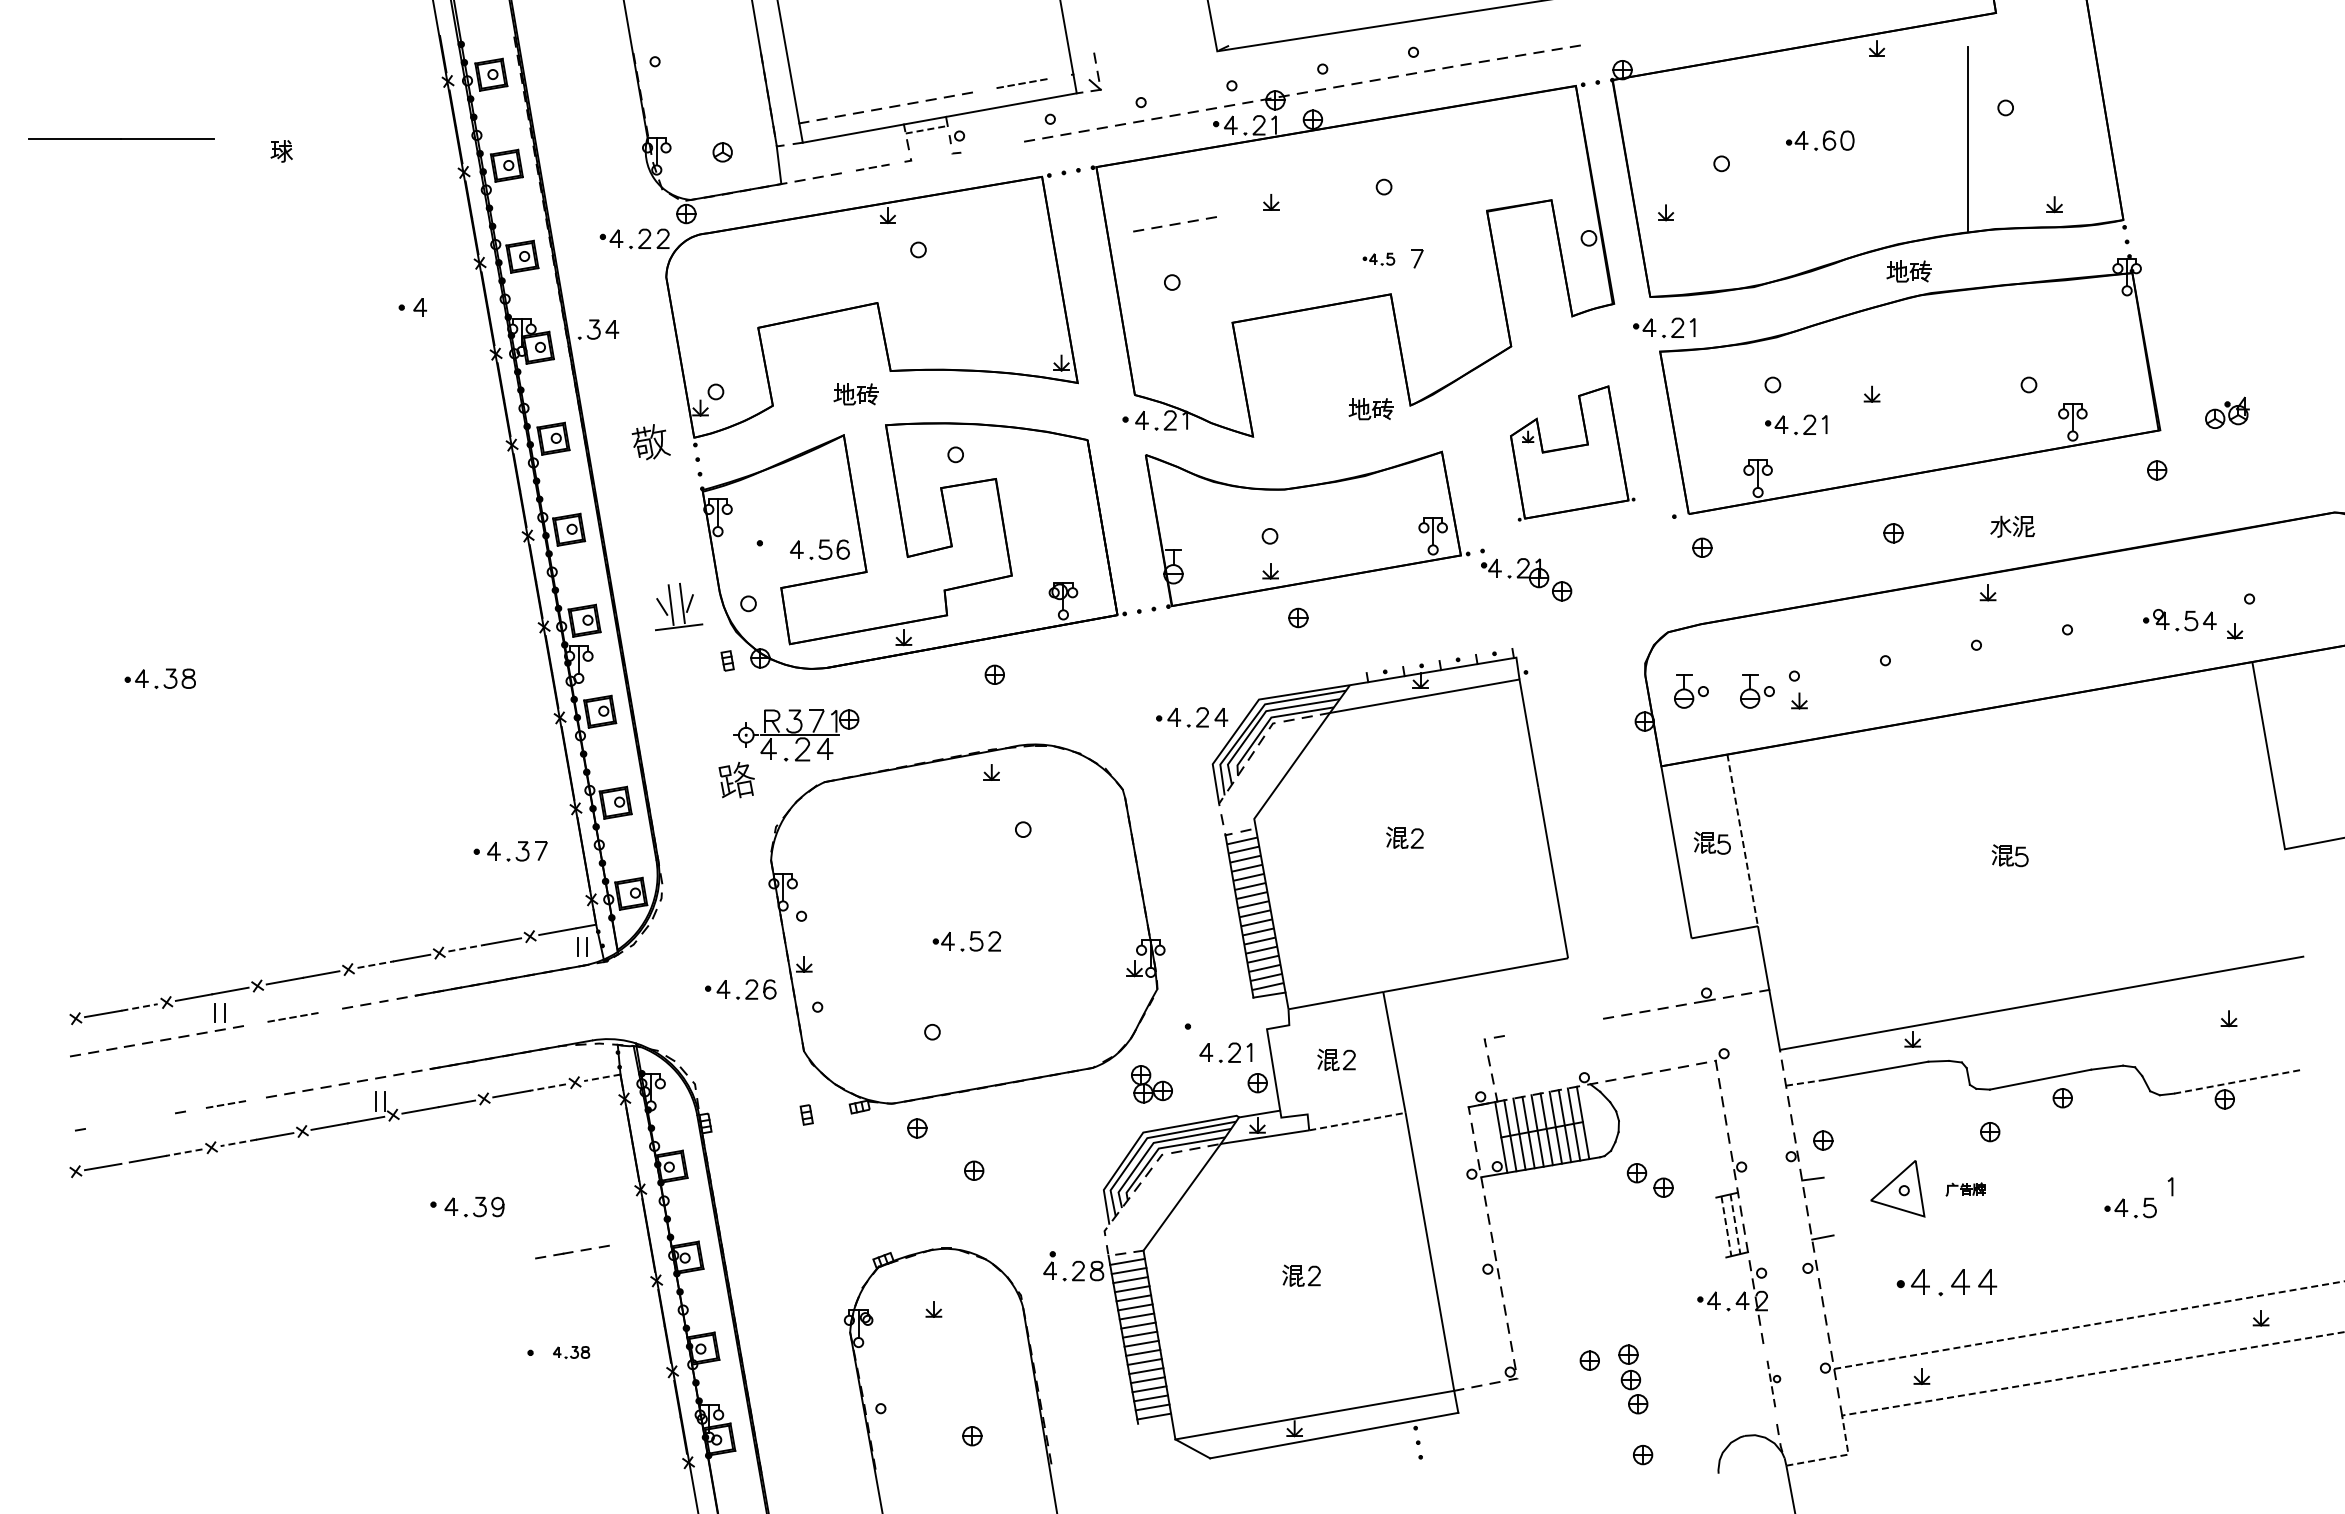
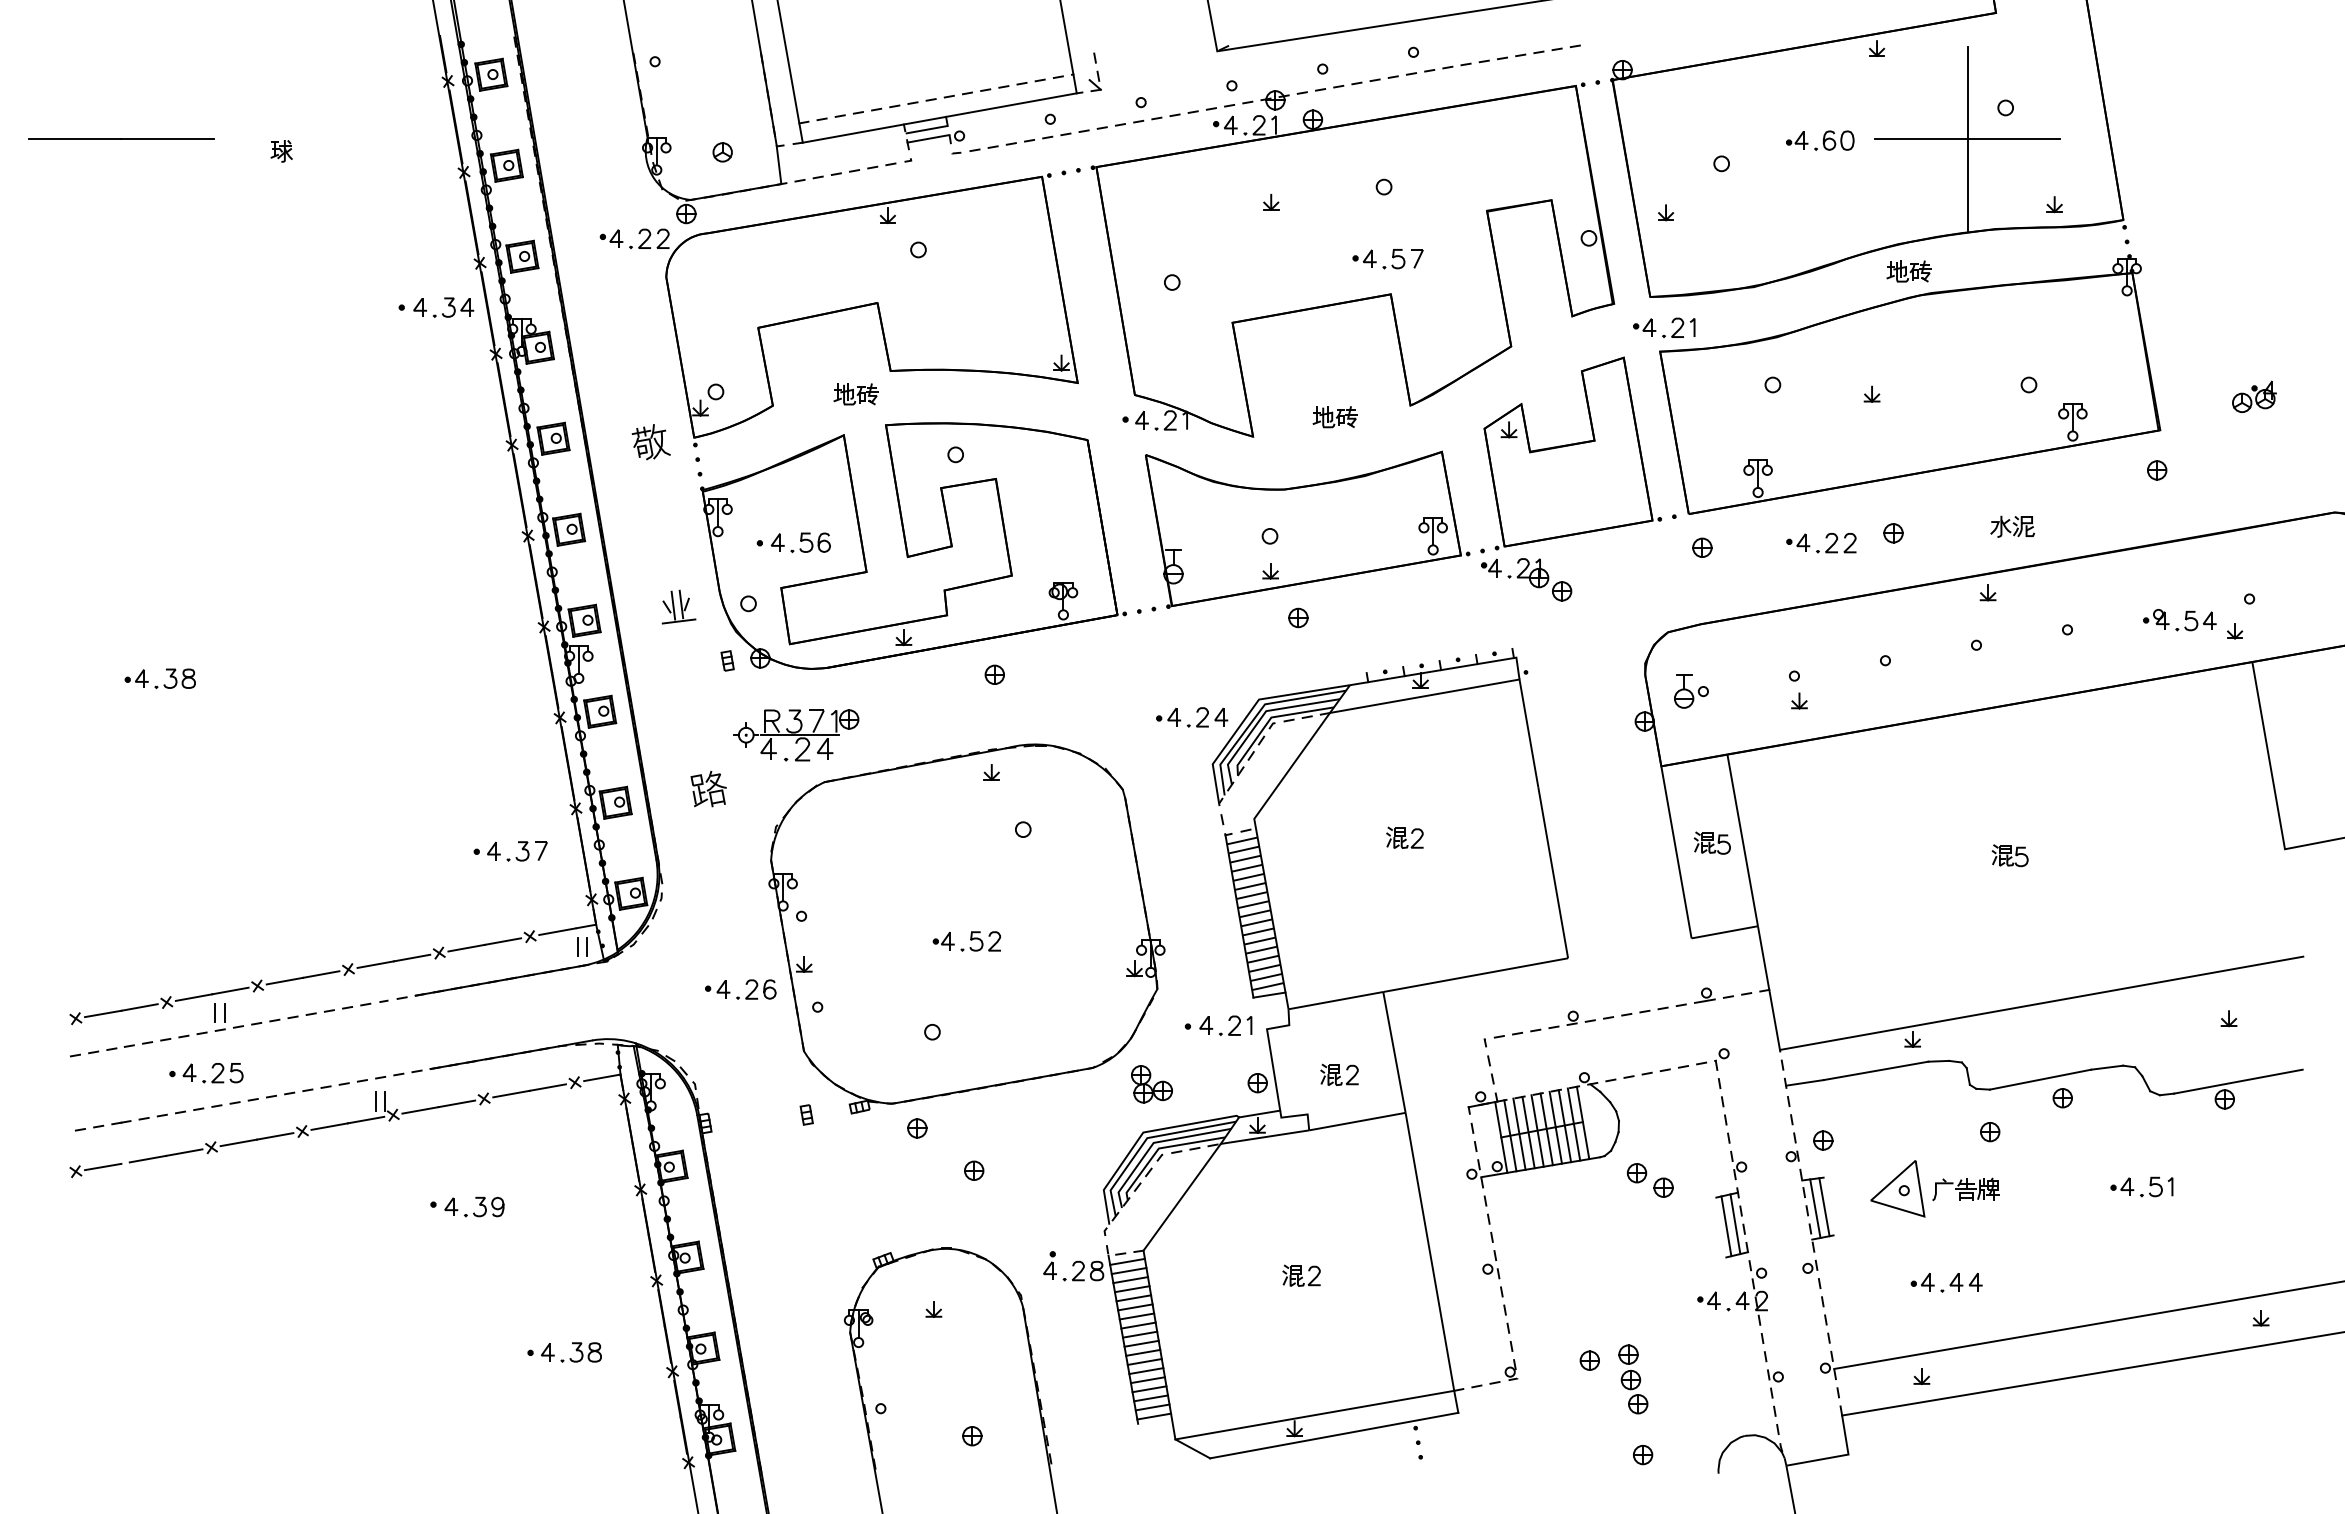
part at (1021, 83) size: 52x11 px -> 84x17 px
line at (927, 129): dashed -> solid
line at (928, 138): none -> present
line at (1967, 138): none -> present
part at (992, 146): none -> present
part at (872, 167) size: 34x9 px -> 48x11 px
part at (1174, 224): present -> none
part at (1378, 258) size: 34x14 px -> 54x21 px
part at (598, 329) position: (598, 329) -> (453, 307)
part at (1370, 409) position: (1370, 409) -> (1334, 417)
part at (2227, 412) position: (2227, 412) -> (2254, 396)
part at (1796, 432): present -> none
part at (1572, 453) size: 126x137 px -> 179x195 px
part at (1825, 538): none -> present
part at (819, 549) position: (819, 549) -> (800, 542)
part at (679, 606) size: 49x50 px -> 36x36 px
part at (1757, 691): present -> none
part at (736, 779) position: (736, 779) -> (708, 788)
line at (1742, 840): dashed -> solid
line at (467, 948): dashed -> solid
line at (376, 964): dashed -> solid
line at (140, 1007): dashed -> solid
part at (292, 1017) size: 52x11 px -> 84x17 px
part at (1553, 1022): none -> present
part at (1225, 1052) position: (1225, 1052) -> (1225, 1025)
part at (1336, 1059) position: (1336, 1059) -> (1339, 1074)
line at (601, 1077): dashed -> solid
part at (205, 1080): none -> present
line at (2238, 1081): dashed -> solid
line at (1805, 1082): dashed -> solid
line at (547, 1087): dashed -> solid
part at (225, 1104) size: 42x9 px -> 66x13 px
line at (1357, 1121): dashed -> solid
line at (238, 1142): dashed -> solid
line at (183, 1152): dashed -> solid
part at (1965, 1189) size: 41x15 px -> 68x25 px
line at (1824, 1207): none -> present
part at (2130, 1207) position: (2130, 1207) -> (2136, 1186)
line at (1815, 1208): none -> present
line at (1735, 1224): dashed -> solid
line at (1726, 1226): dashed -> solid
part at (572, 1251) position: (572, 1251) -> (130, 1120)
part at (1946, 1282) size: 102x28 px -> 73x20 px
line at (2090, 1325): dashed -> solid
part at (571, 1352) size: 38x13 px -> 61x21 px
line at (2041, 1382): dashed -> solid
part at (1773, 1383) size: 16x48 px -> 20x66 px
